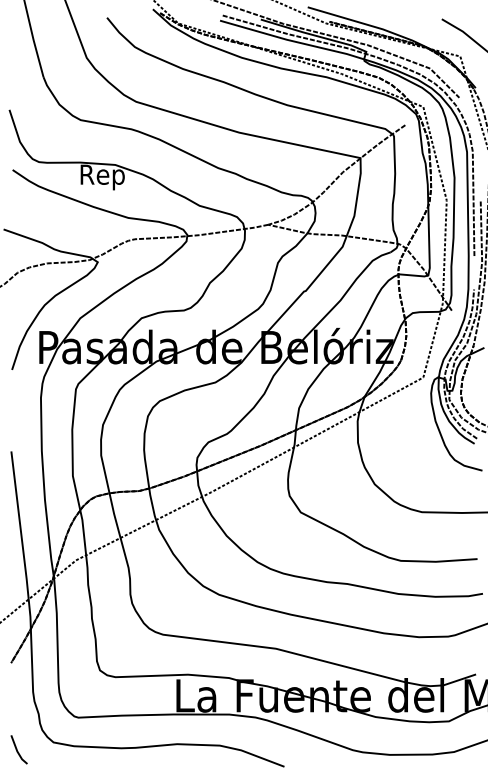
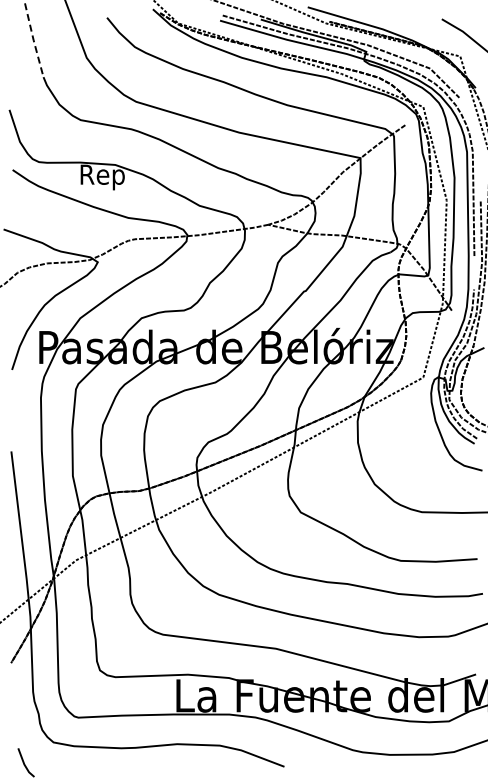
line at (33, 40): solid -> dashed
line at (17, 749) position: (17, 749) -> (24, 762)
